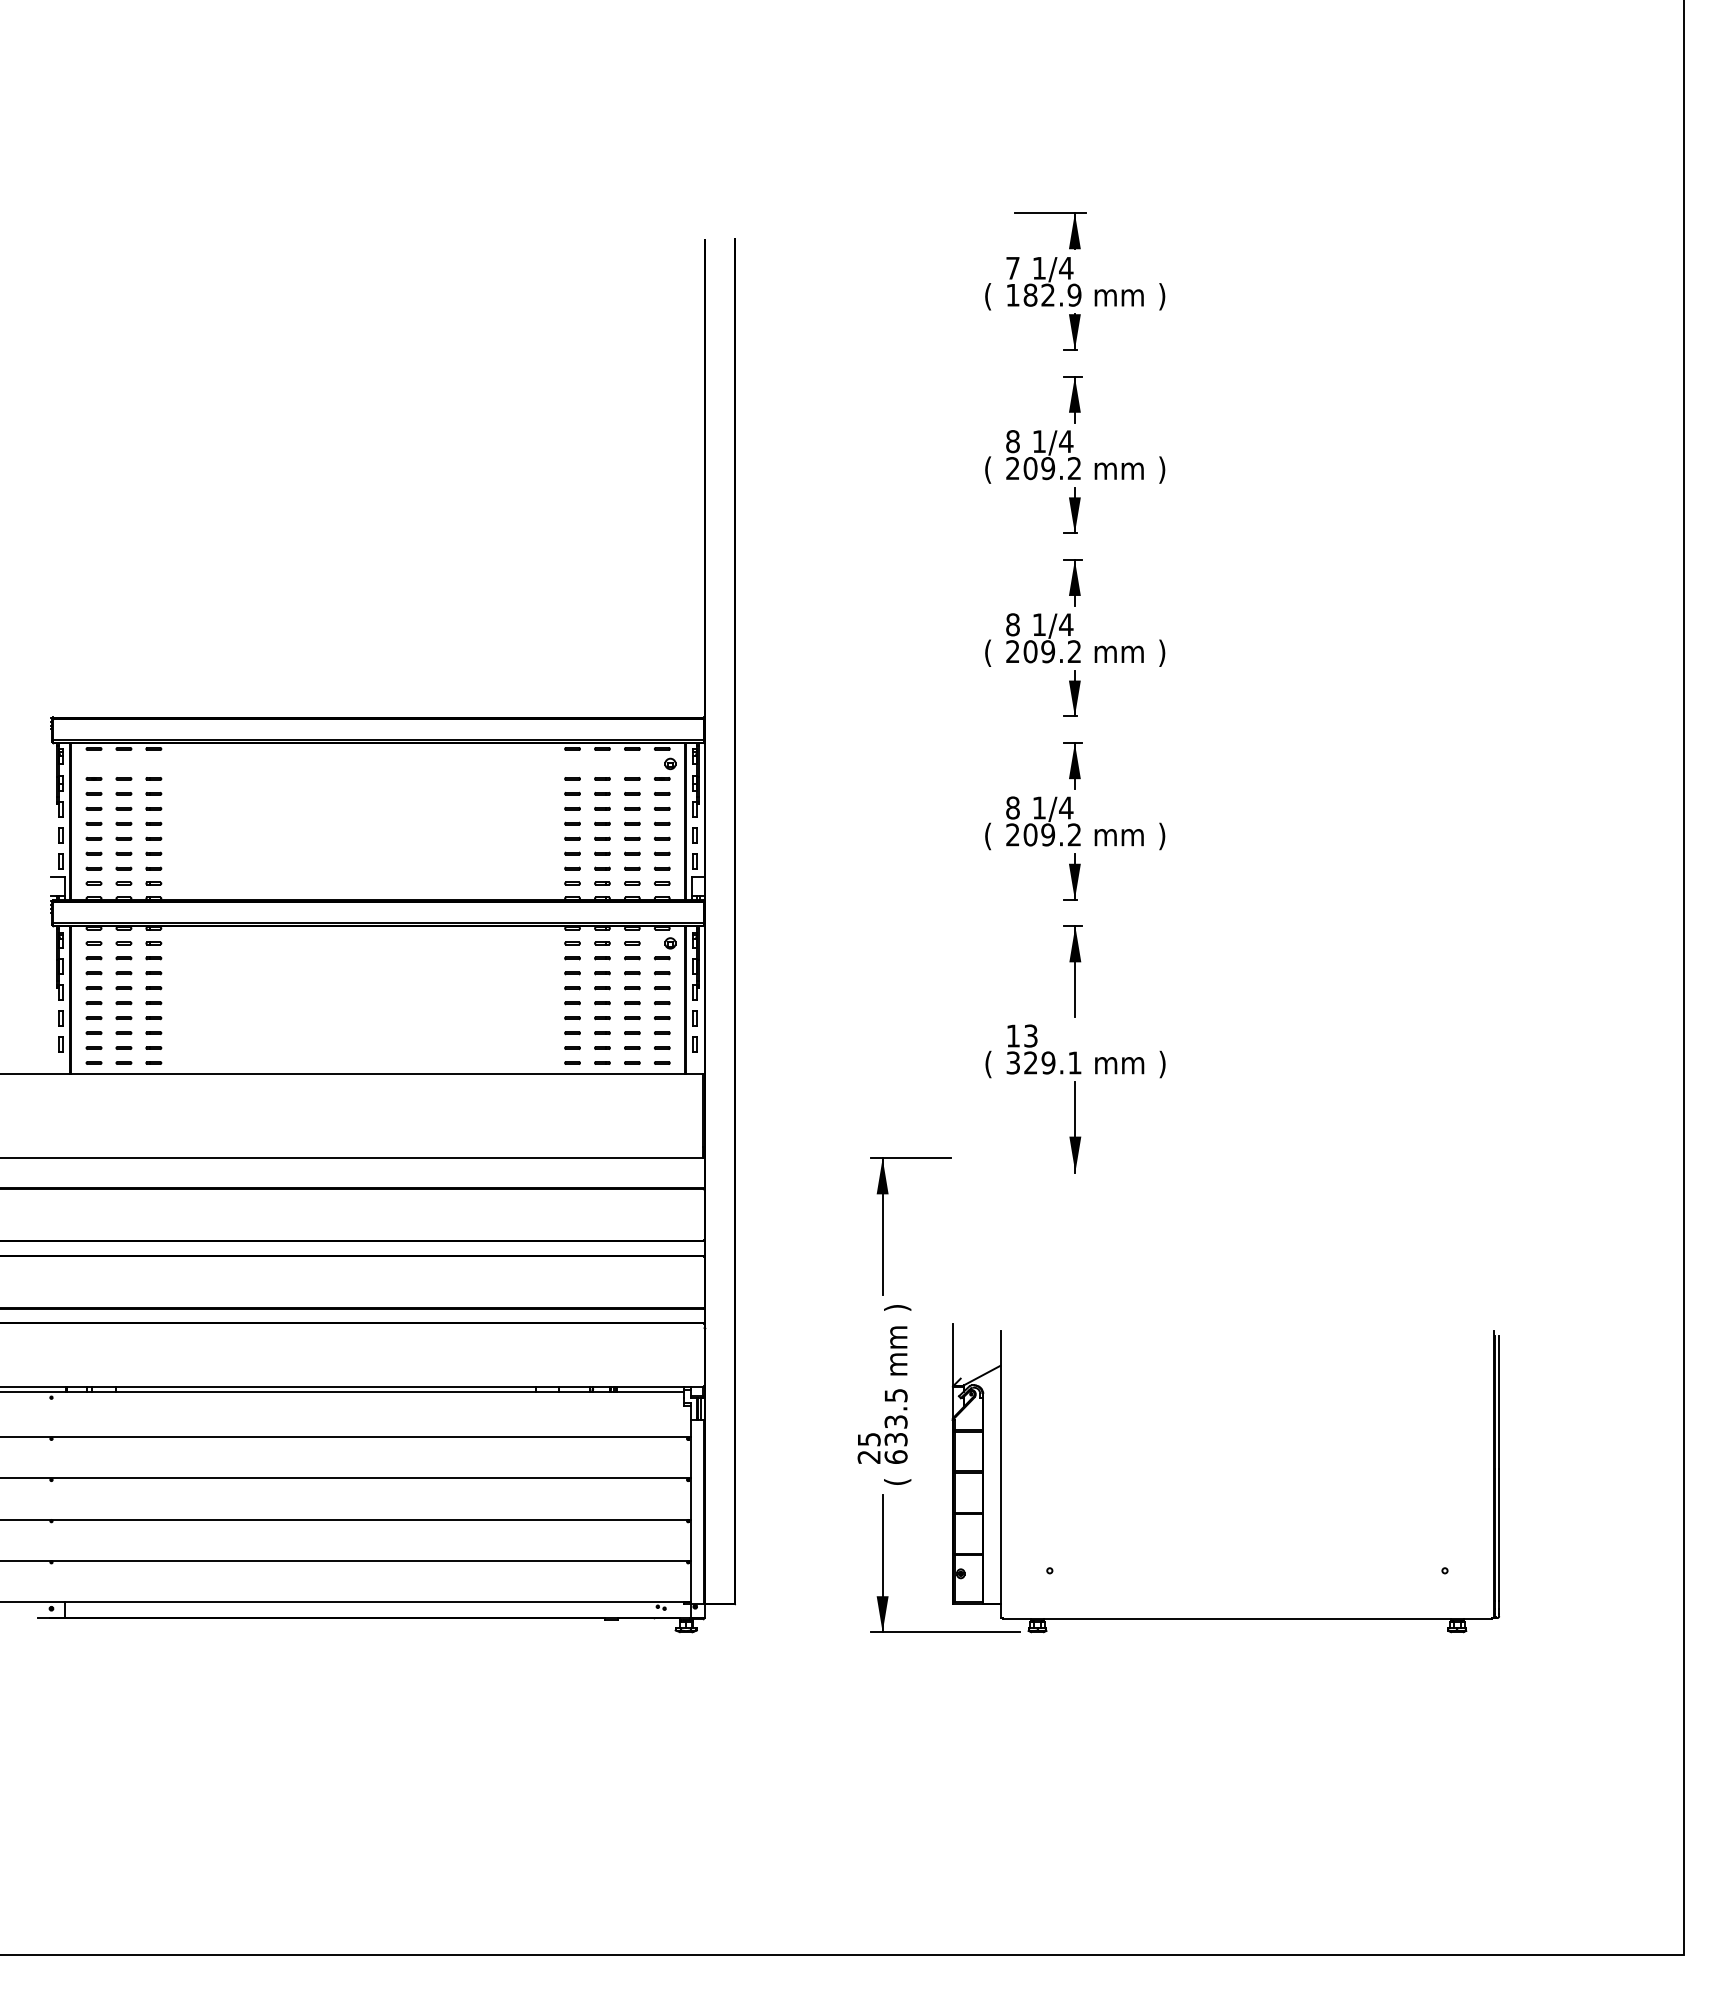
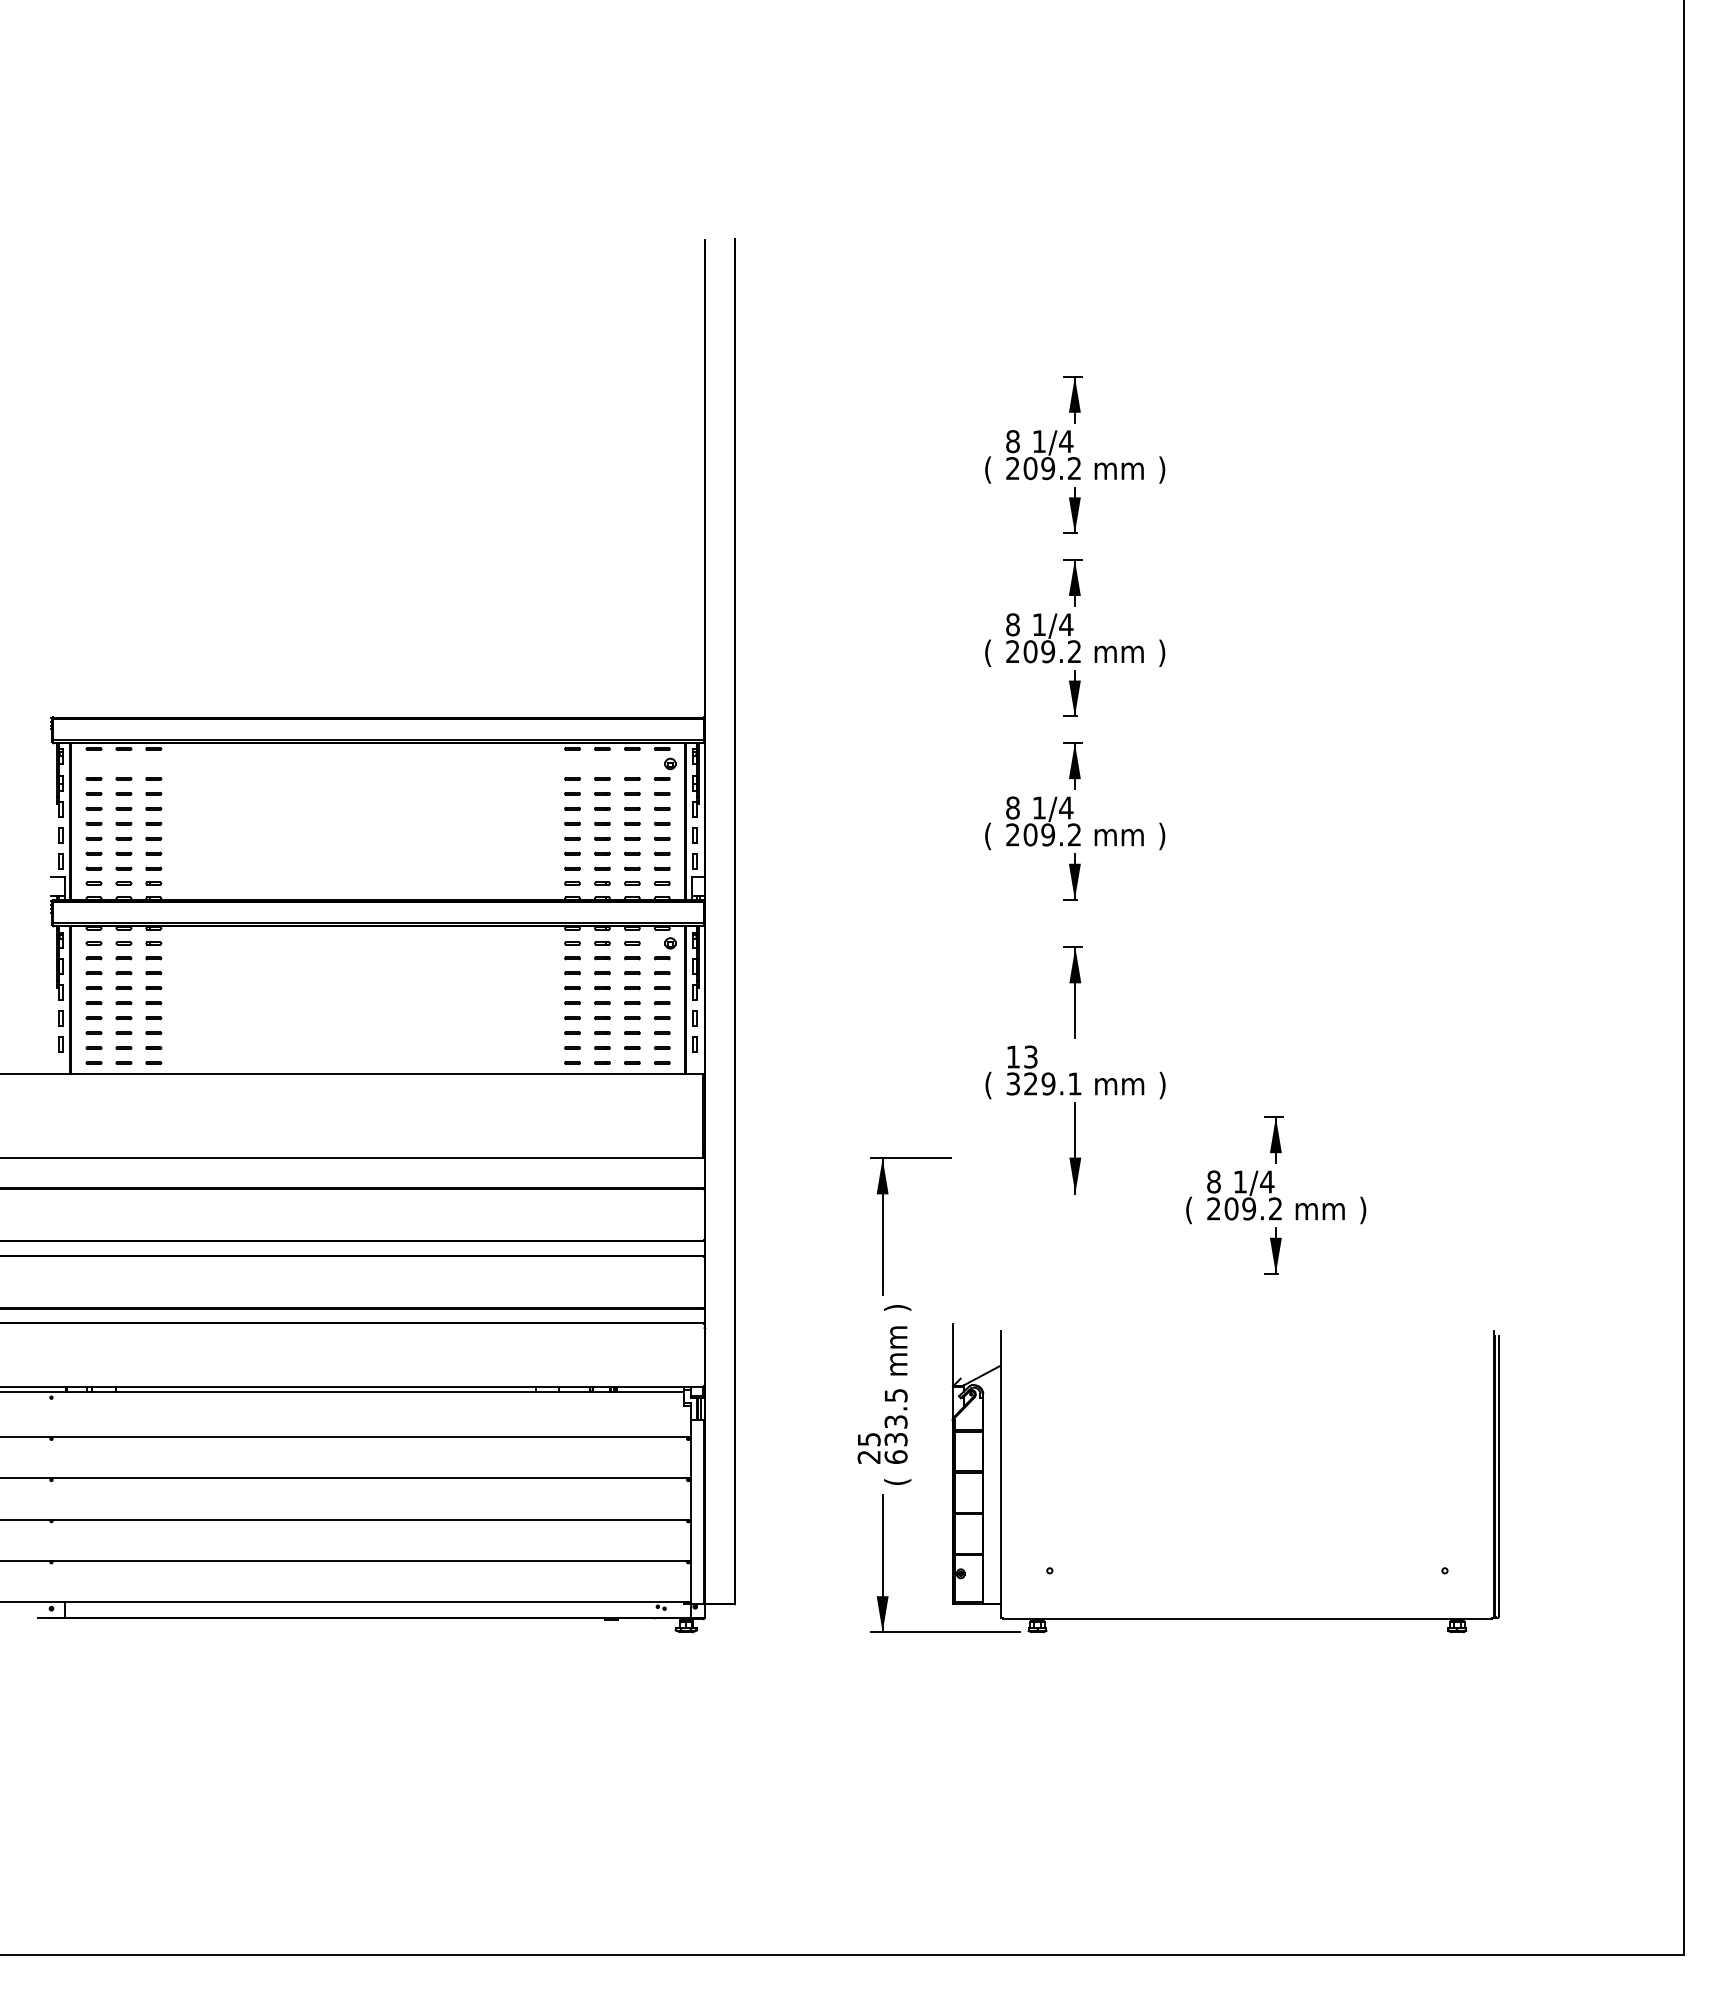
part at (1075, 281): present -> none
part at (1075, 1049) position: (1075, 1049) -> (1075, 1070)
part at (1276, 1195): none -> present
